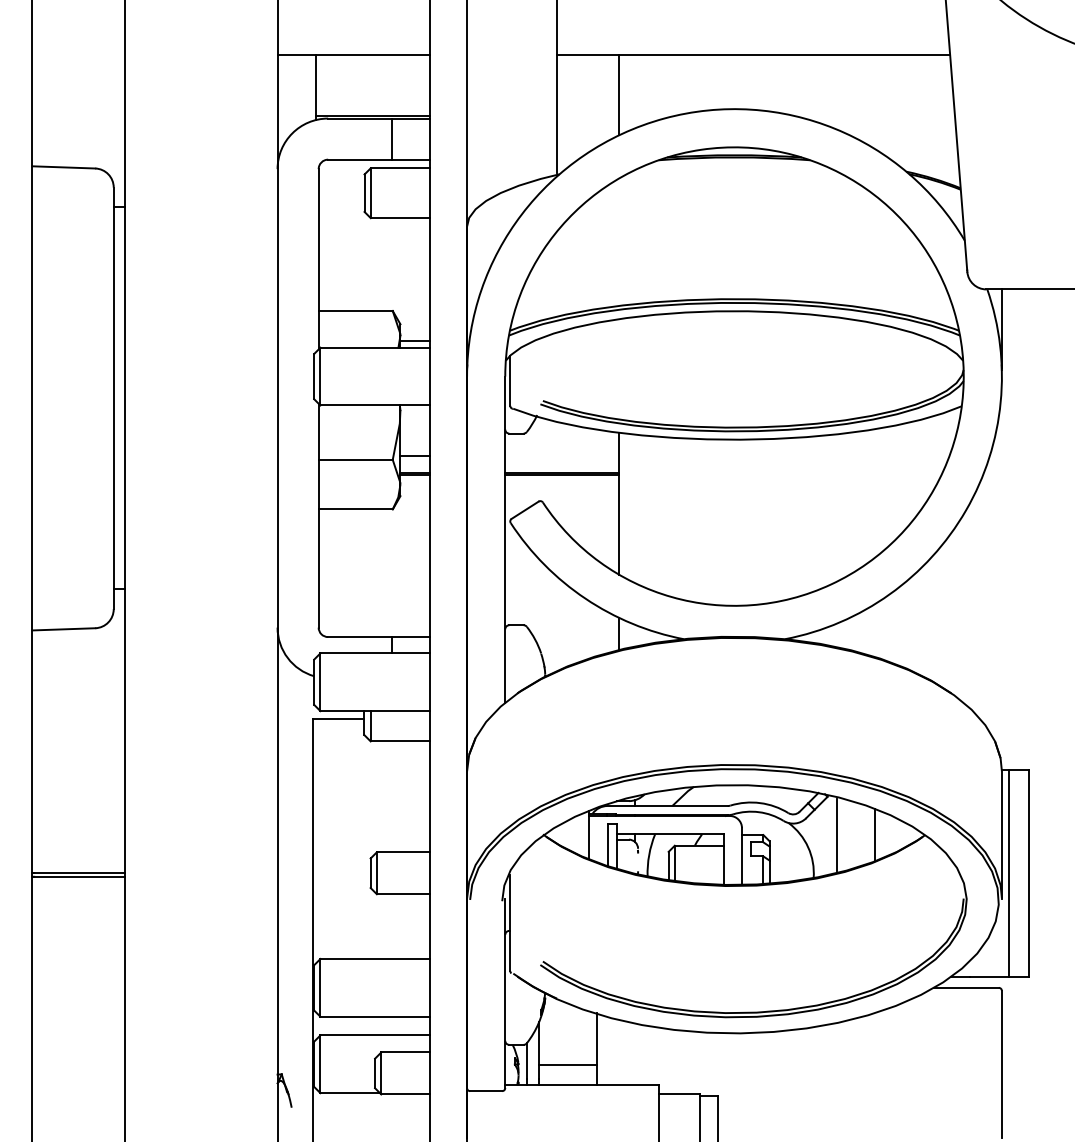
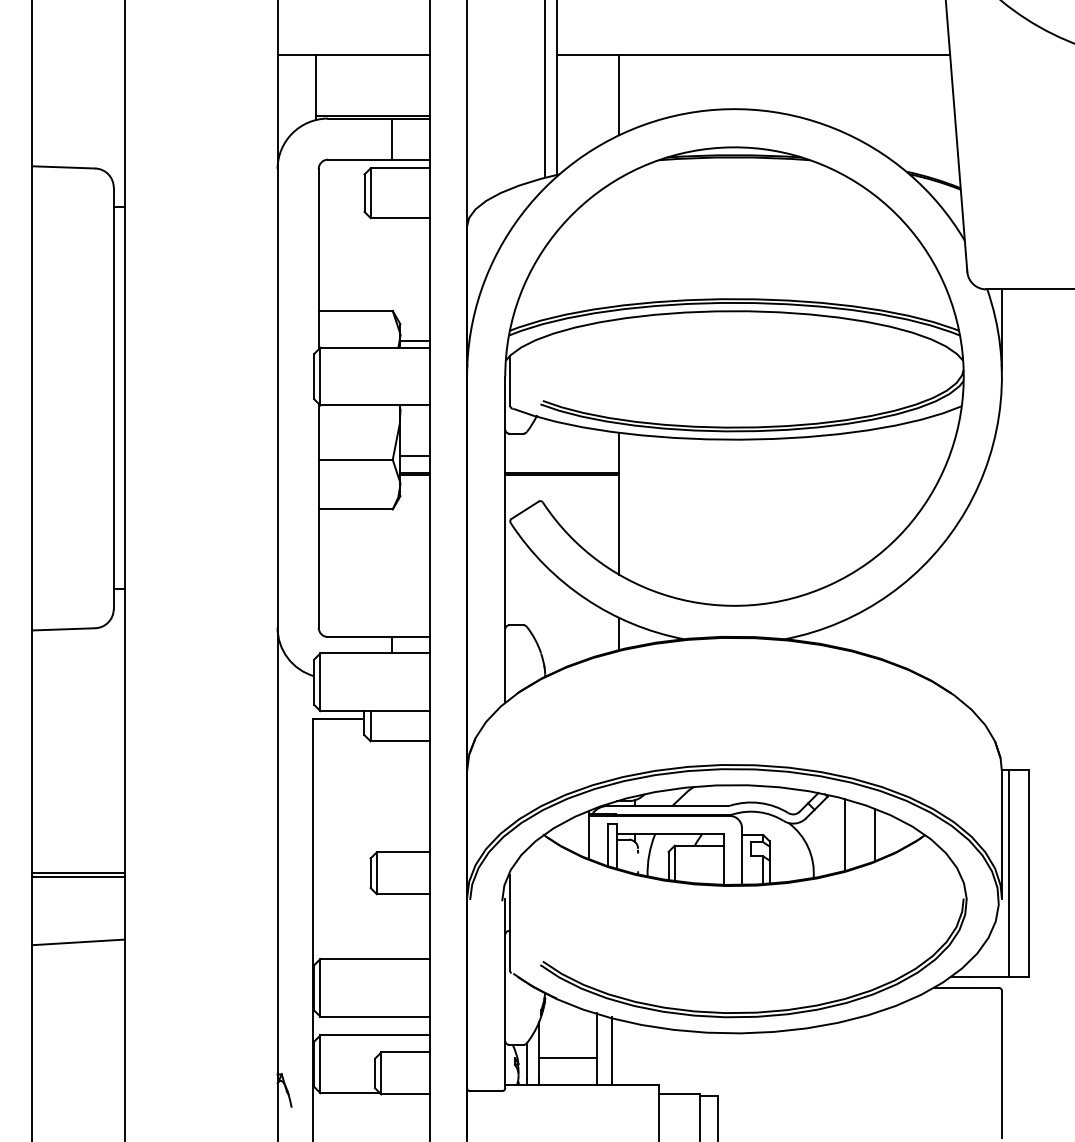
line at (545, 88): none -> present
line at (836, 834) position: (836, 834) -> (844, 834)
line at (78, 942): none -> present
line at (612, 1051): none -> present
line at (567, 1065) position: (567, 1065) -> (567, 1058)
